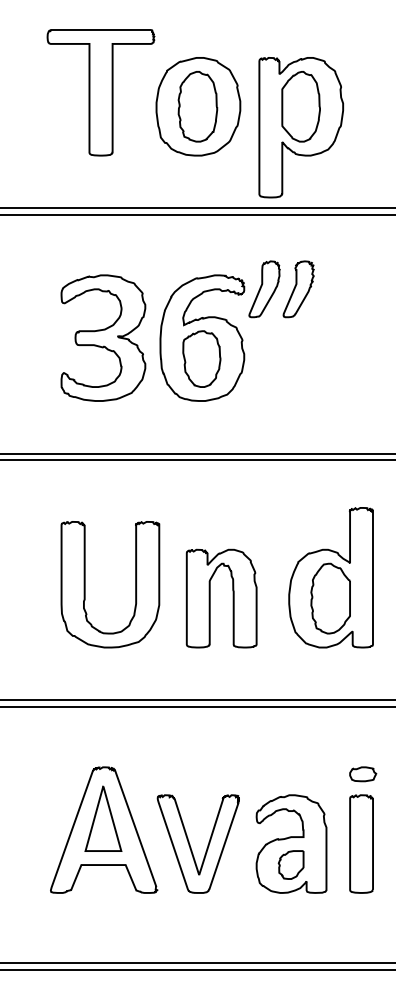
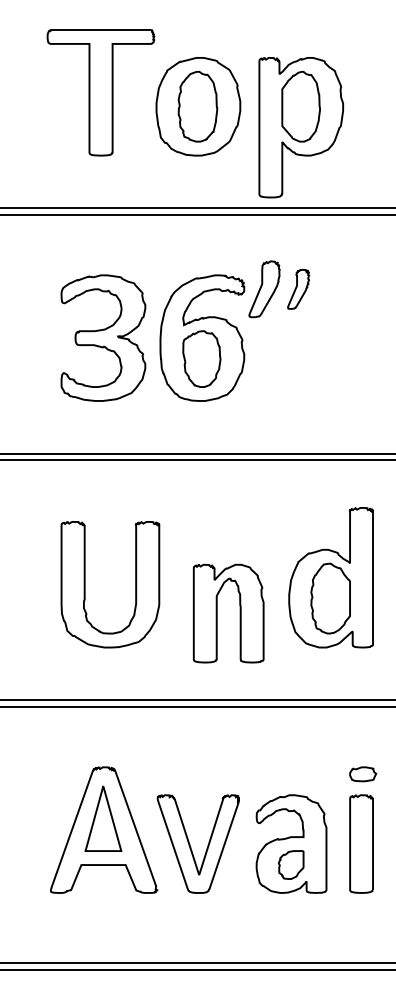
part at (298, 289) size: 33x59 px -> 24x41 px
part at (210, 598) position: (210, 598) -> (217, 613)
